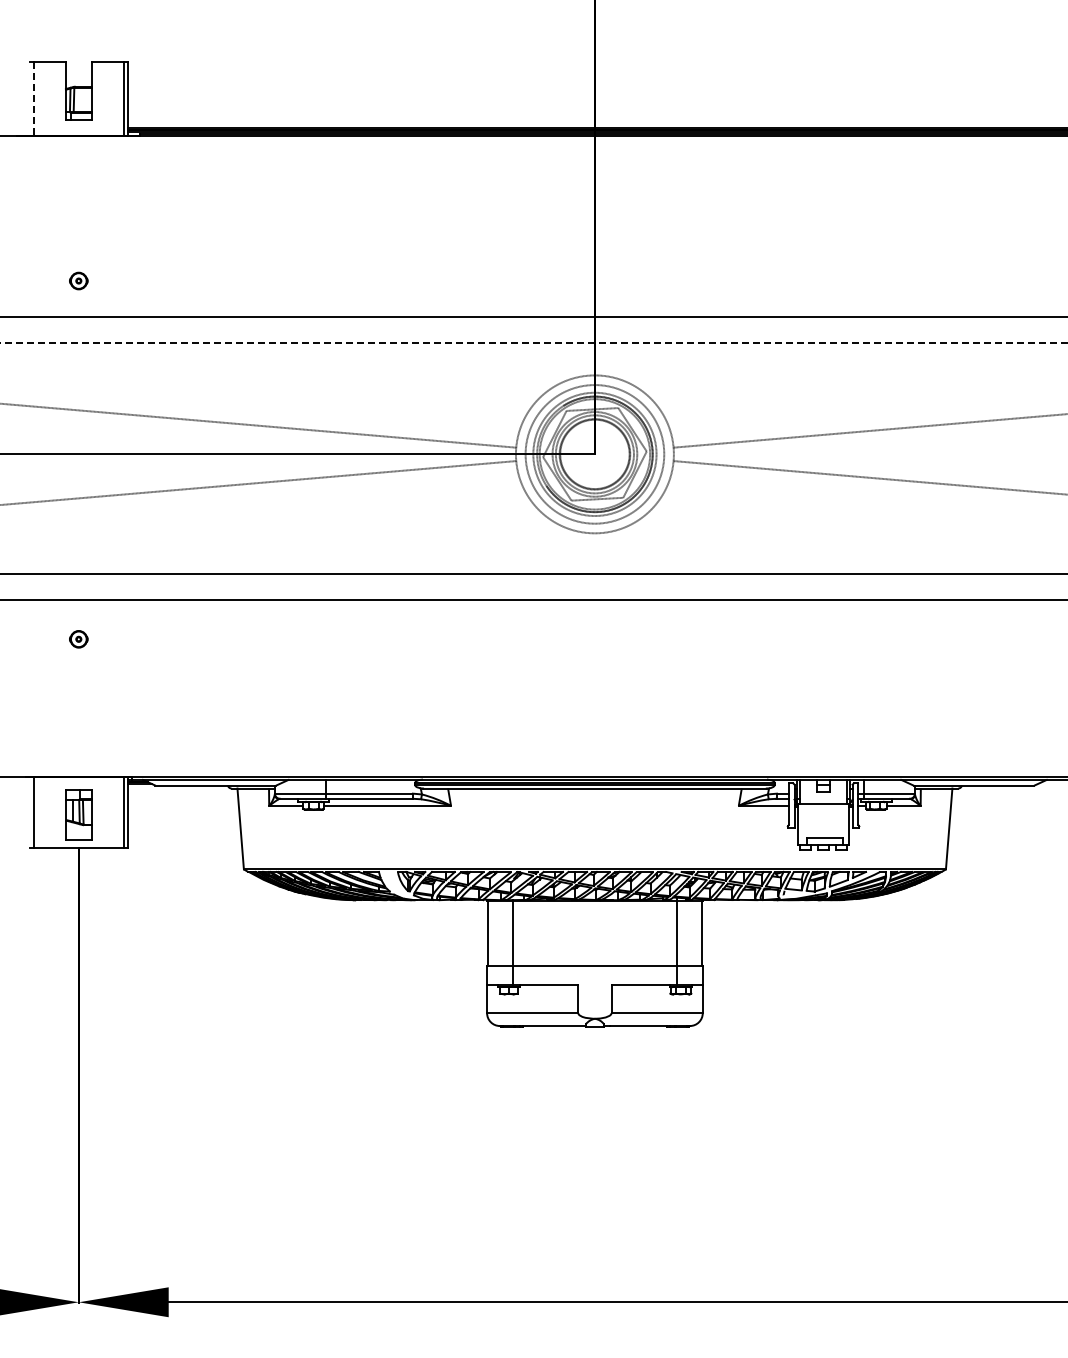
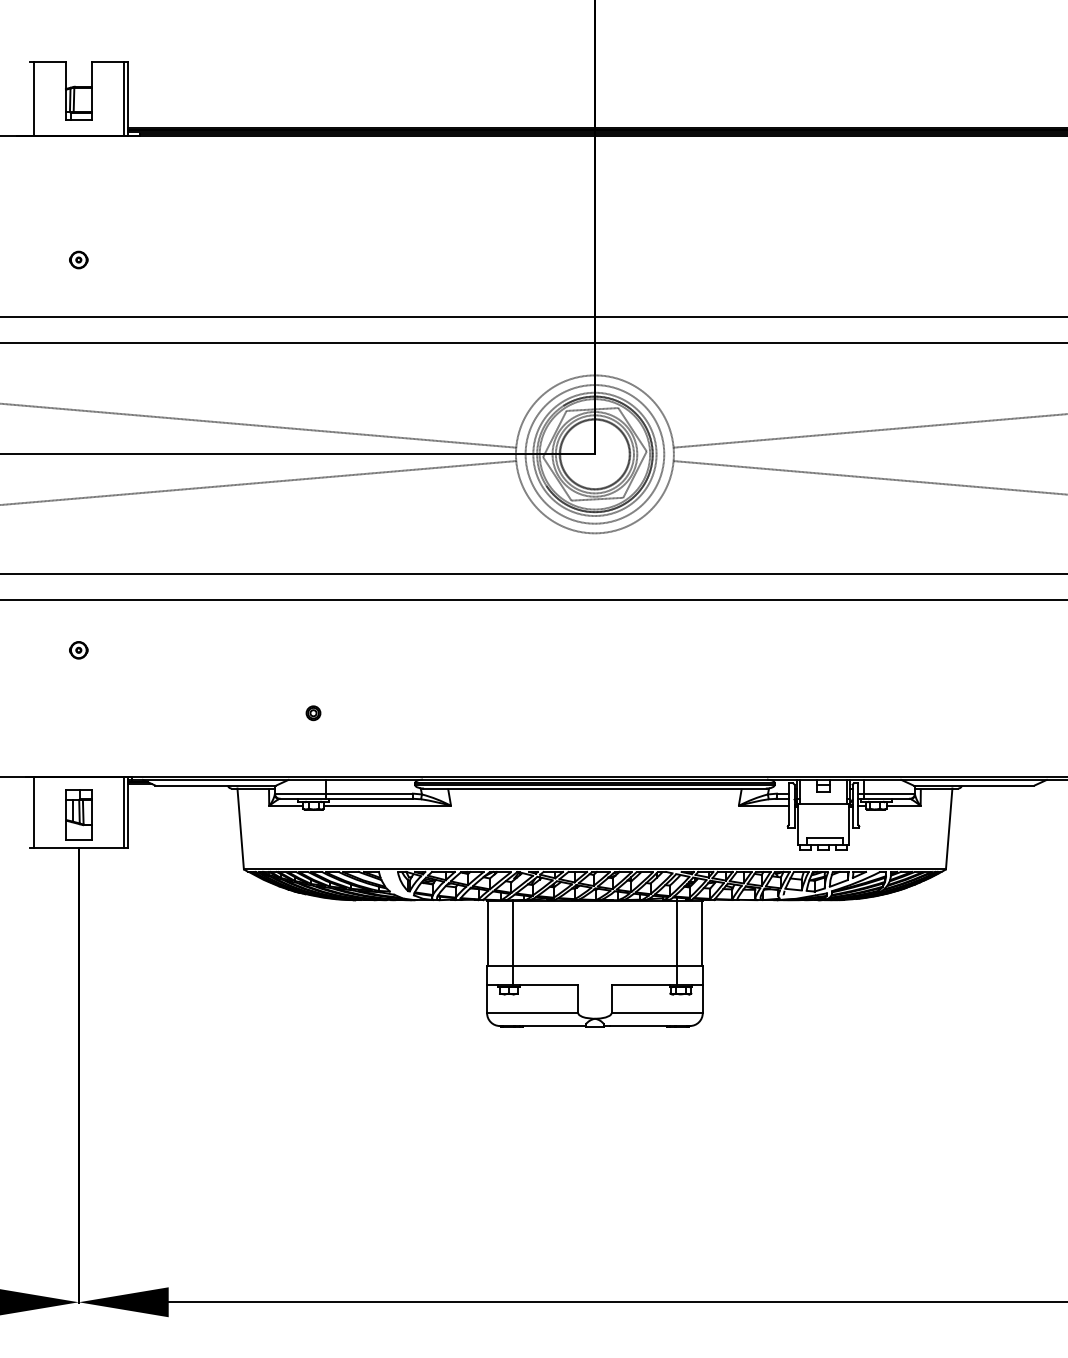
line at (33, 98): dashed -> solid
part at (78, 280) position: (78, 280) -> (78, 259)
line at (533, 343): dashed -> solid
part at (78, 639) position: (78, 639) -> (78, 650)
part at (313, 713): none -> present
